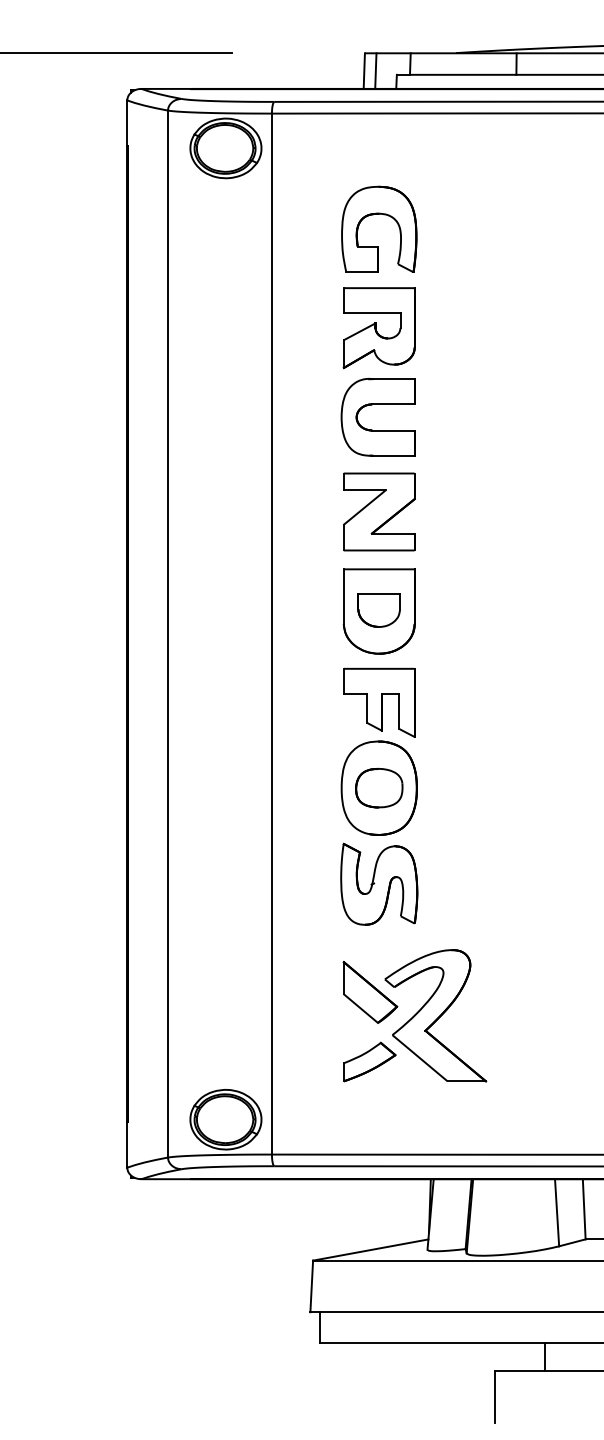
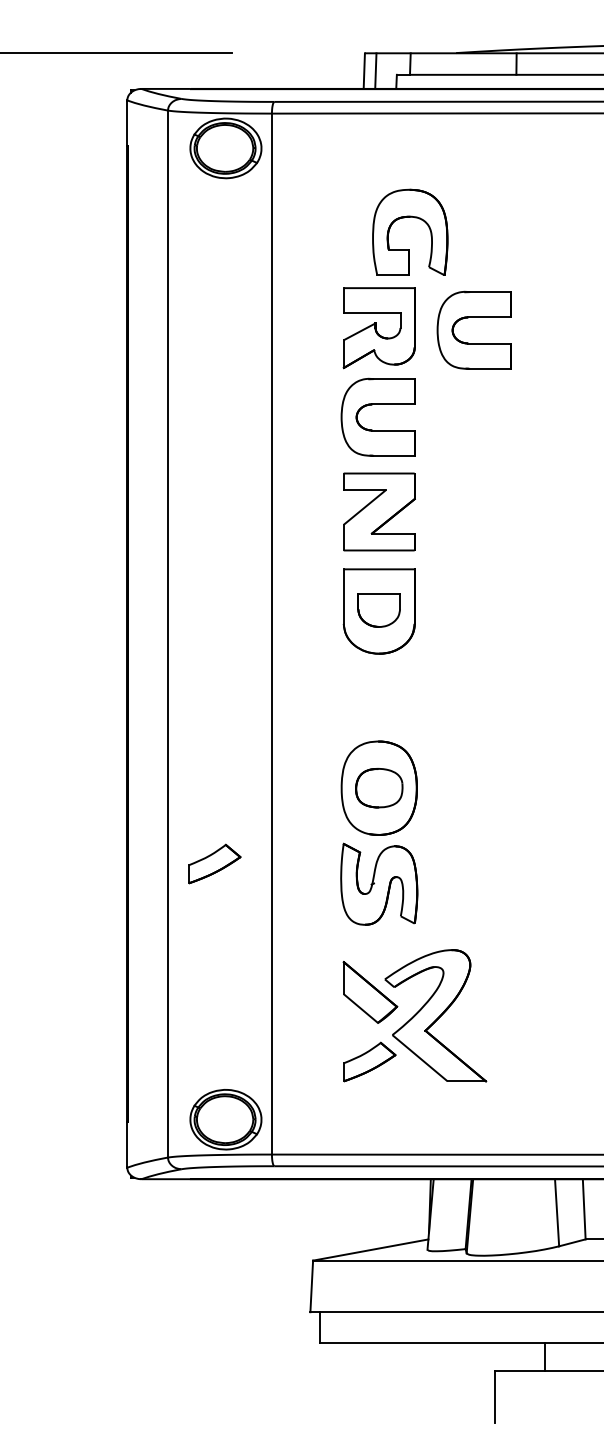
part at (384, 215) position: (384, 215) -> (415, 218)
part at (473, 317): none -> present
part at (379, 702): present -> none
part at (214, 863): none -> present
